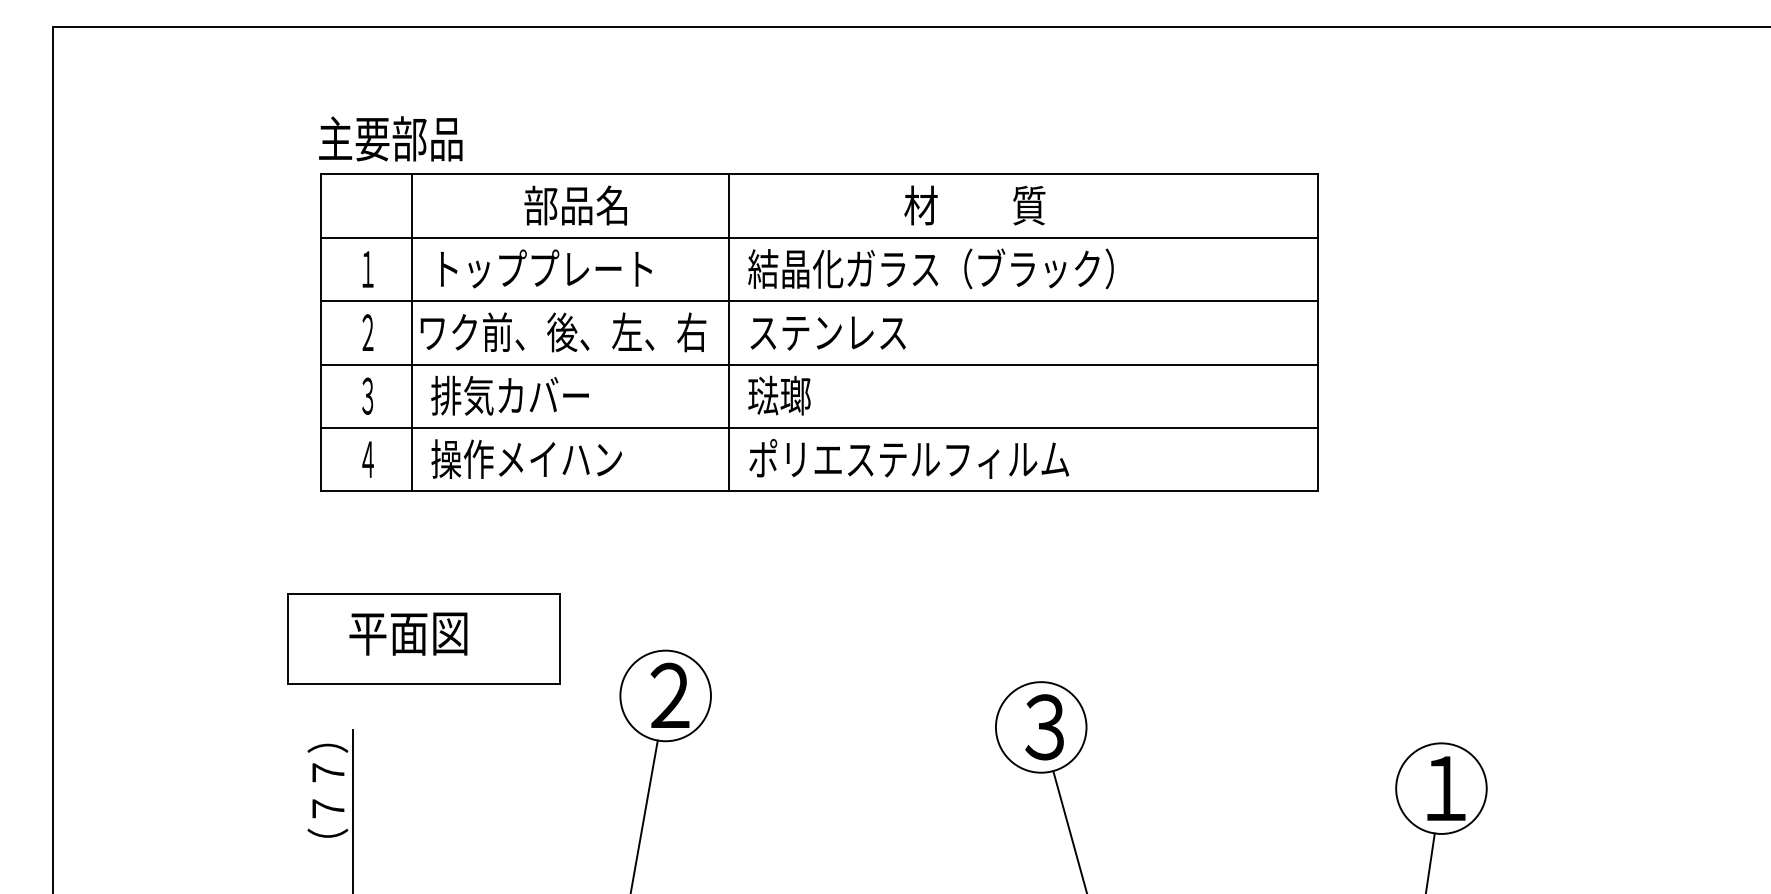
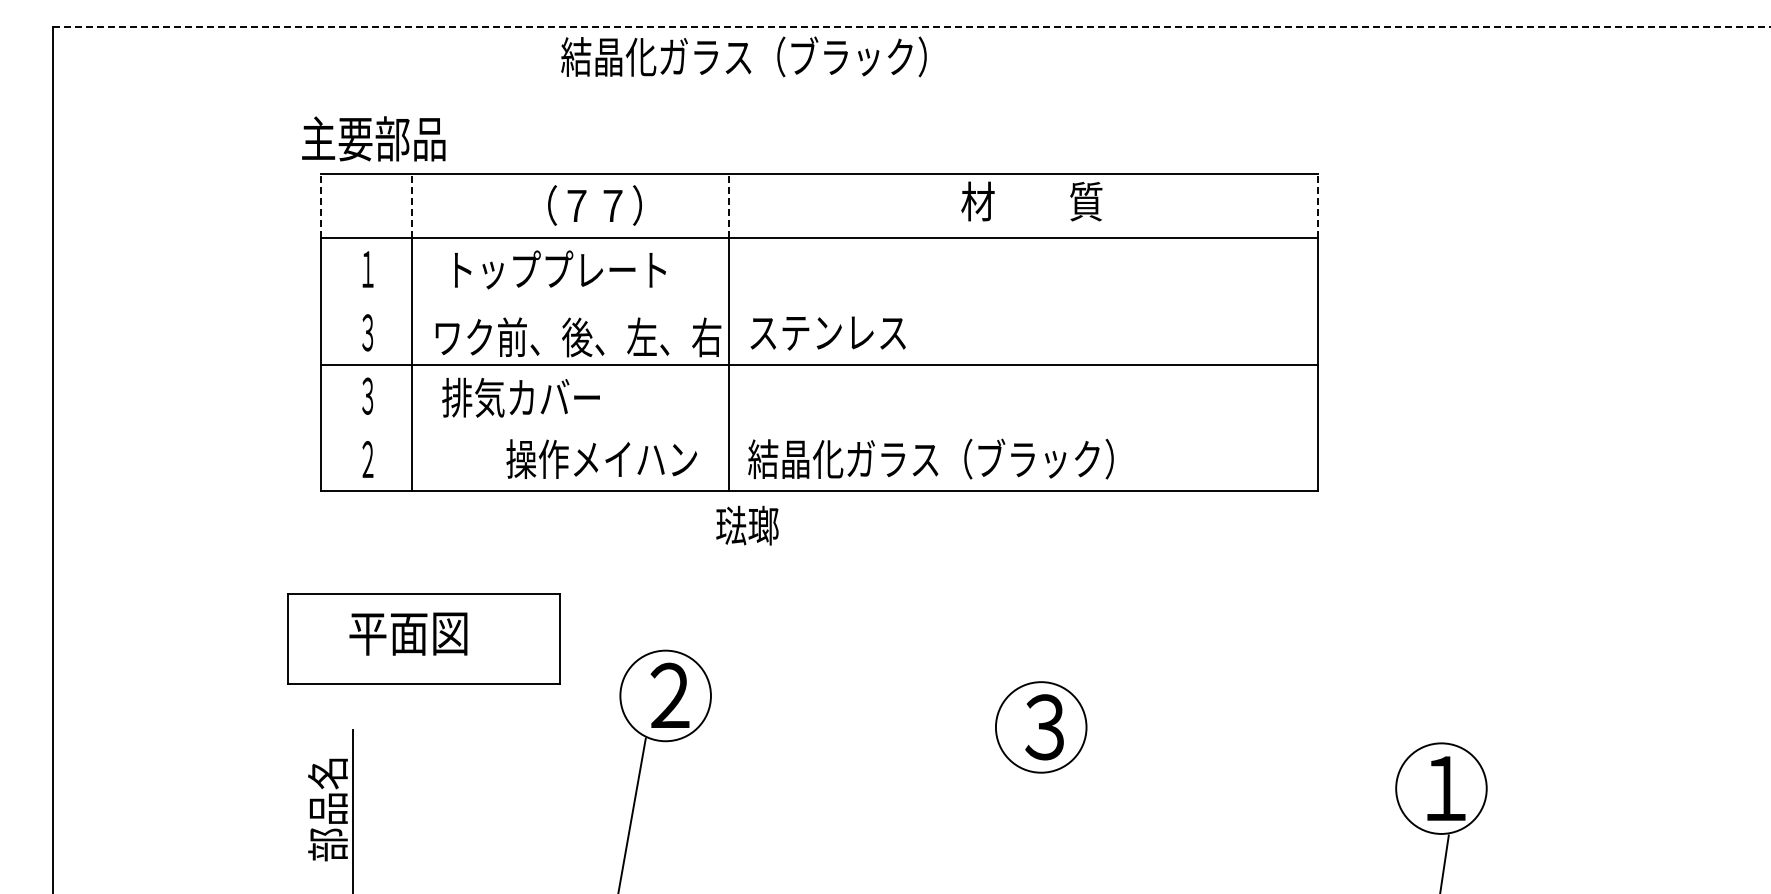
line at (912, 26): solid -> dashed
text at (390, 138) position: (390, 138) -> (373, 138)
text at (582, 205): 部品名 -> （７７）
text at (974, 205) position: (974, 205) -> (1031, 201)
line at (321, 206): solid -> dashed
line at (412, 206): solid -> dashed
line at (729, 206): solid -> dashed
line at (1317, 206): solid -> dashed
text at (545, 268) position: (545, 268) -> (559, 269)
text at (930, 268) position: (930, 268) -> (743, 56)
line at (819, 301): present -> none
text at (563, 332) position: (563, 332) -> (578, 337)
text at (367, 333): ２ -> ３
text at (509, 395) position: (509, 395) -> (520, 397)
text at (779, 395) position: (779, 395) -> (747, 525)
line at (819, 428): present -> none
text at (526, 458) position: (526, 458) -> (601, 458)
text at (930, 458): ポリエステルフィルム -> 結晶化ガラス（ブラック）
text at (367, 459): ４ -> ２
text at (327, 802): （７７） -> 部品名
line at (644, 815) position: (644, 815) -> (631, 814)
line at (1069, 830): present -> none
line at (1430, 861) position: (1430, 861) -> (1444, 862)
